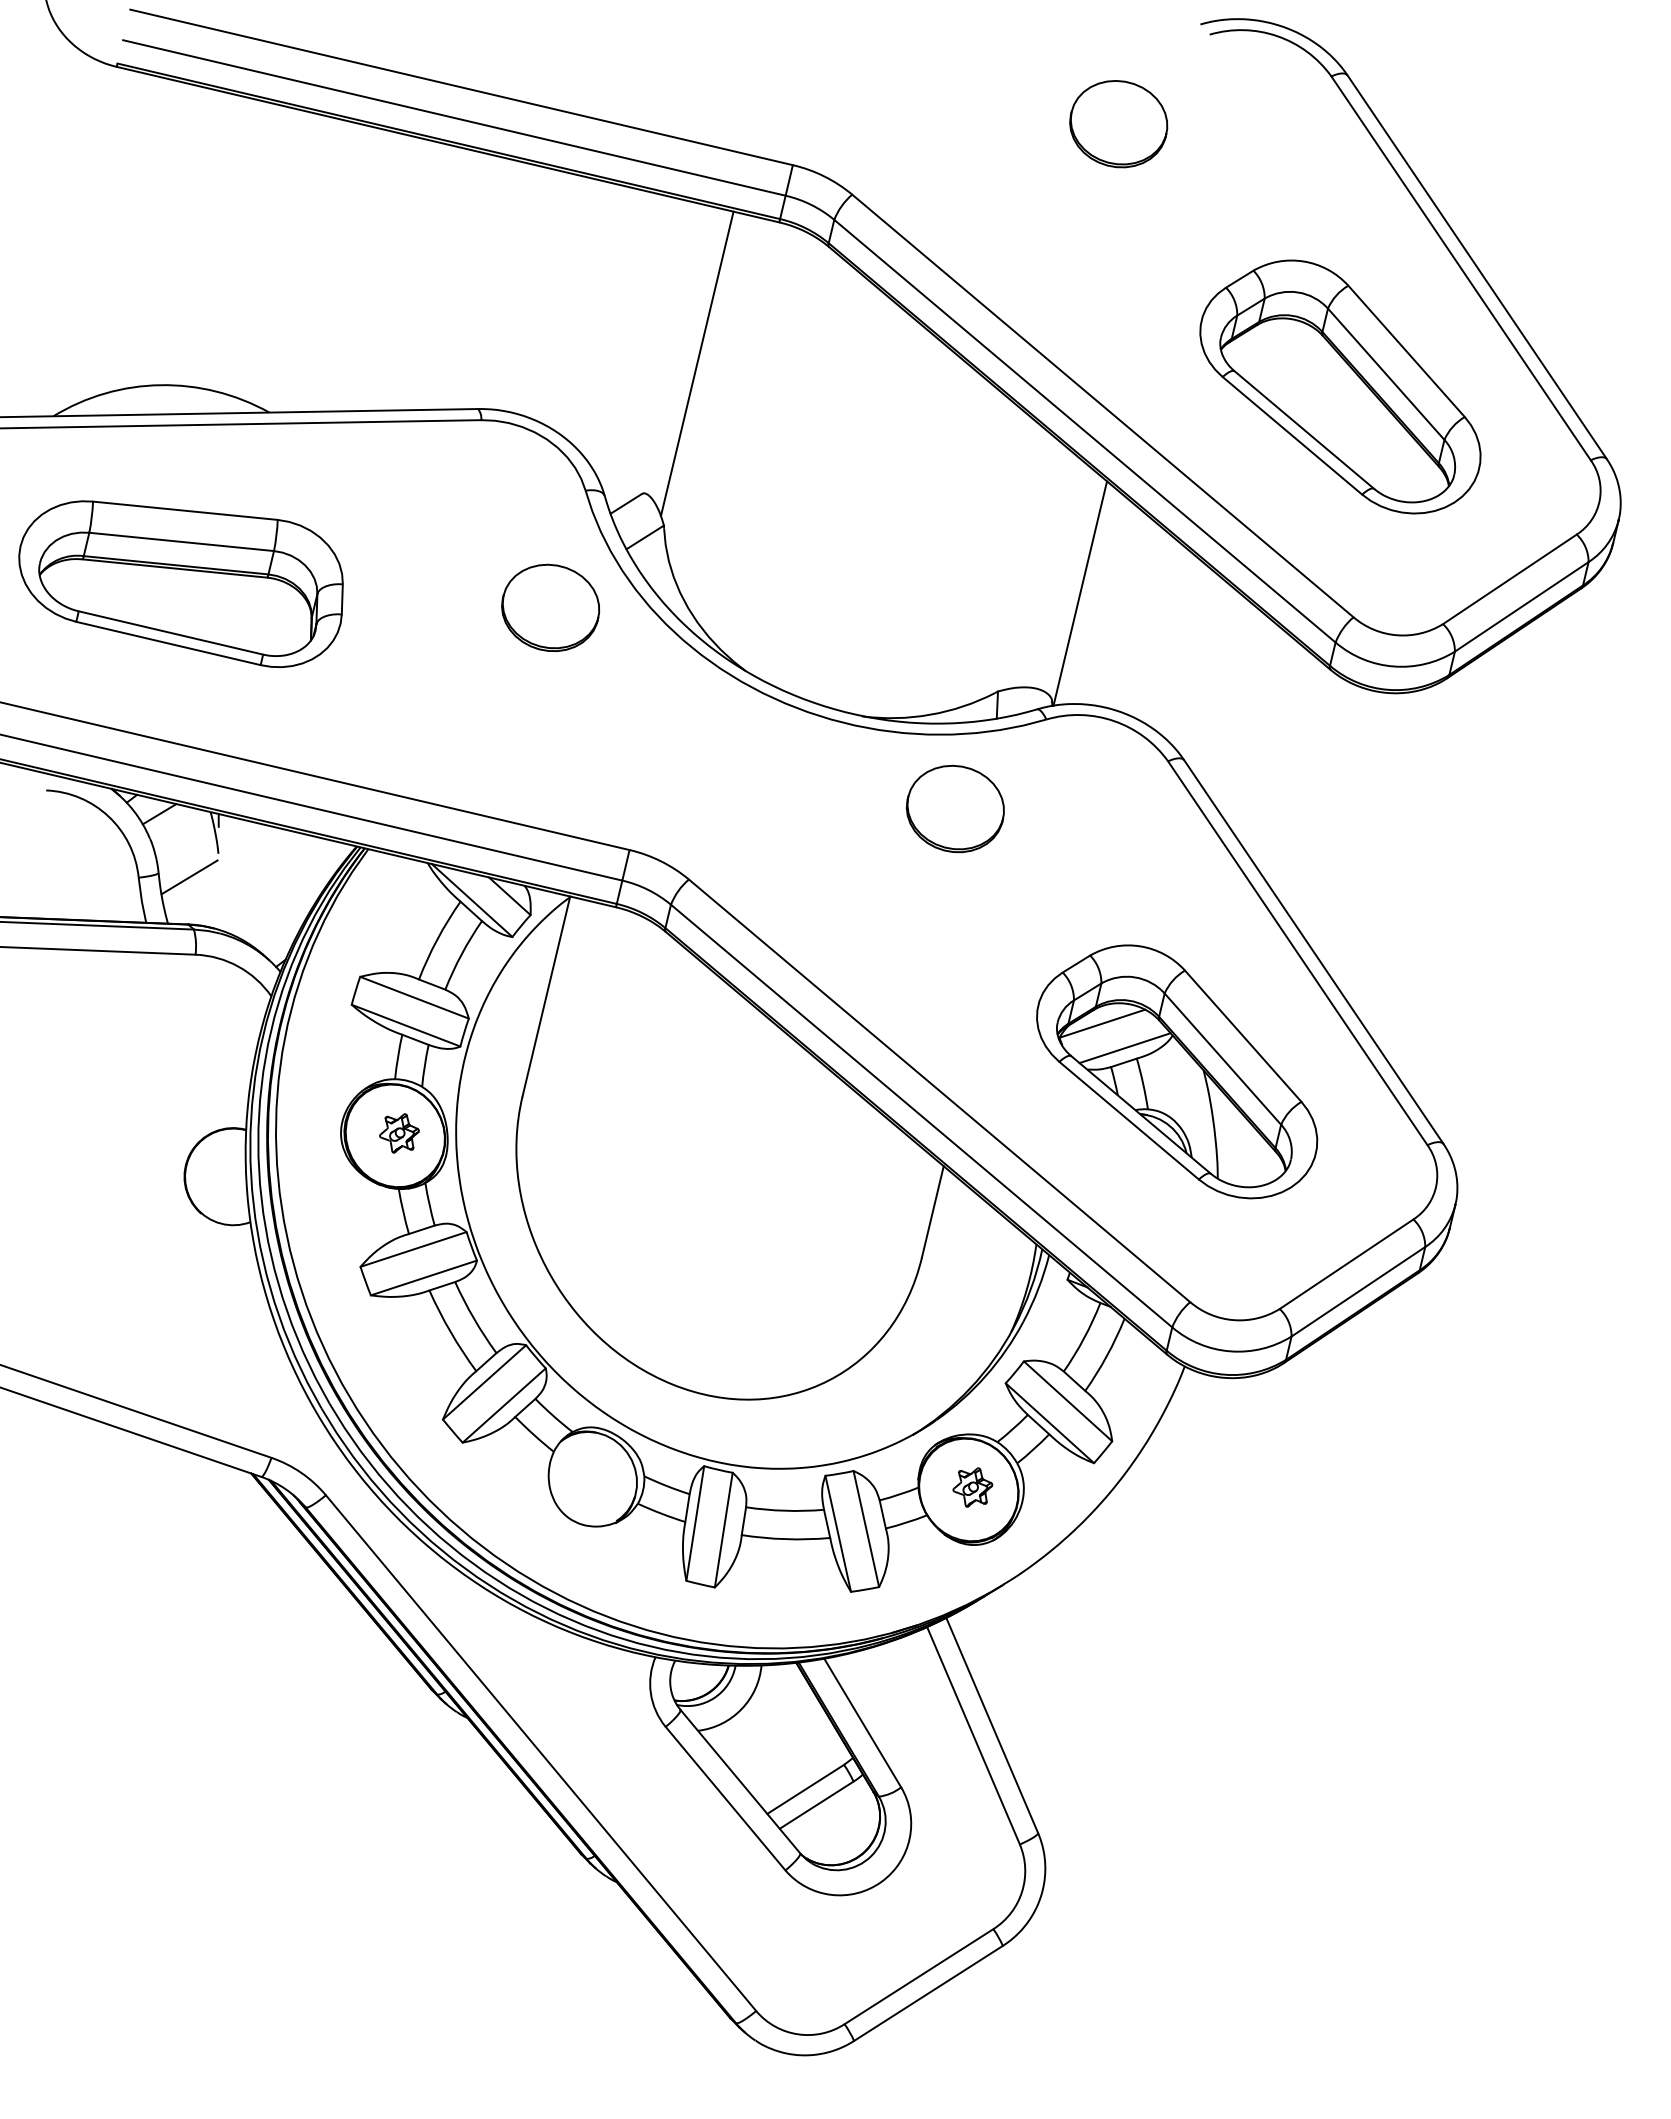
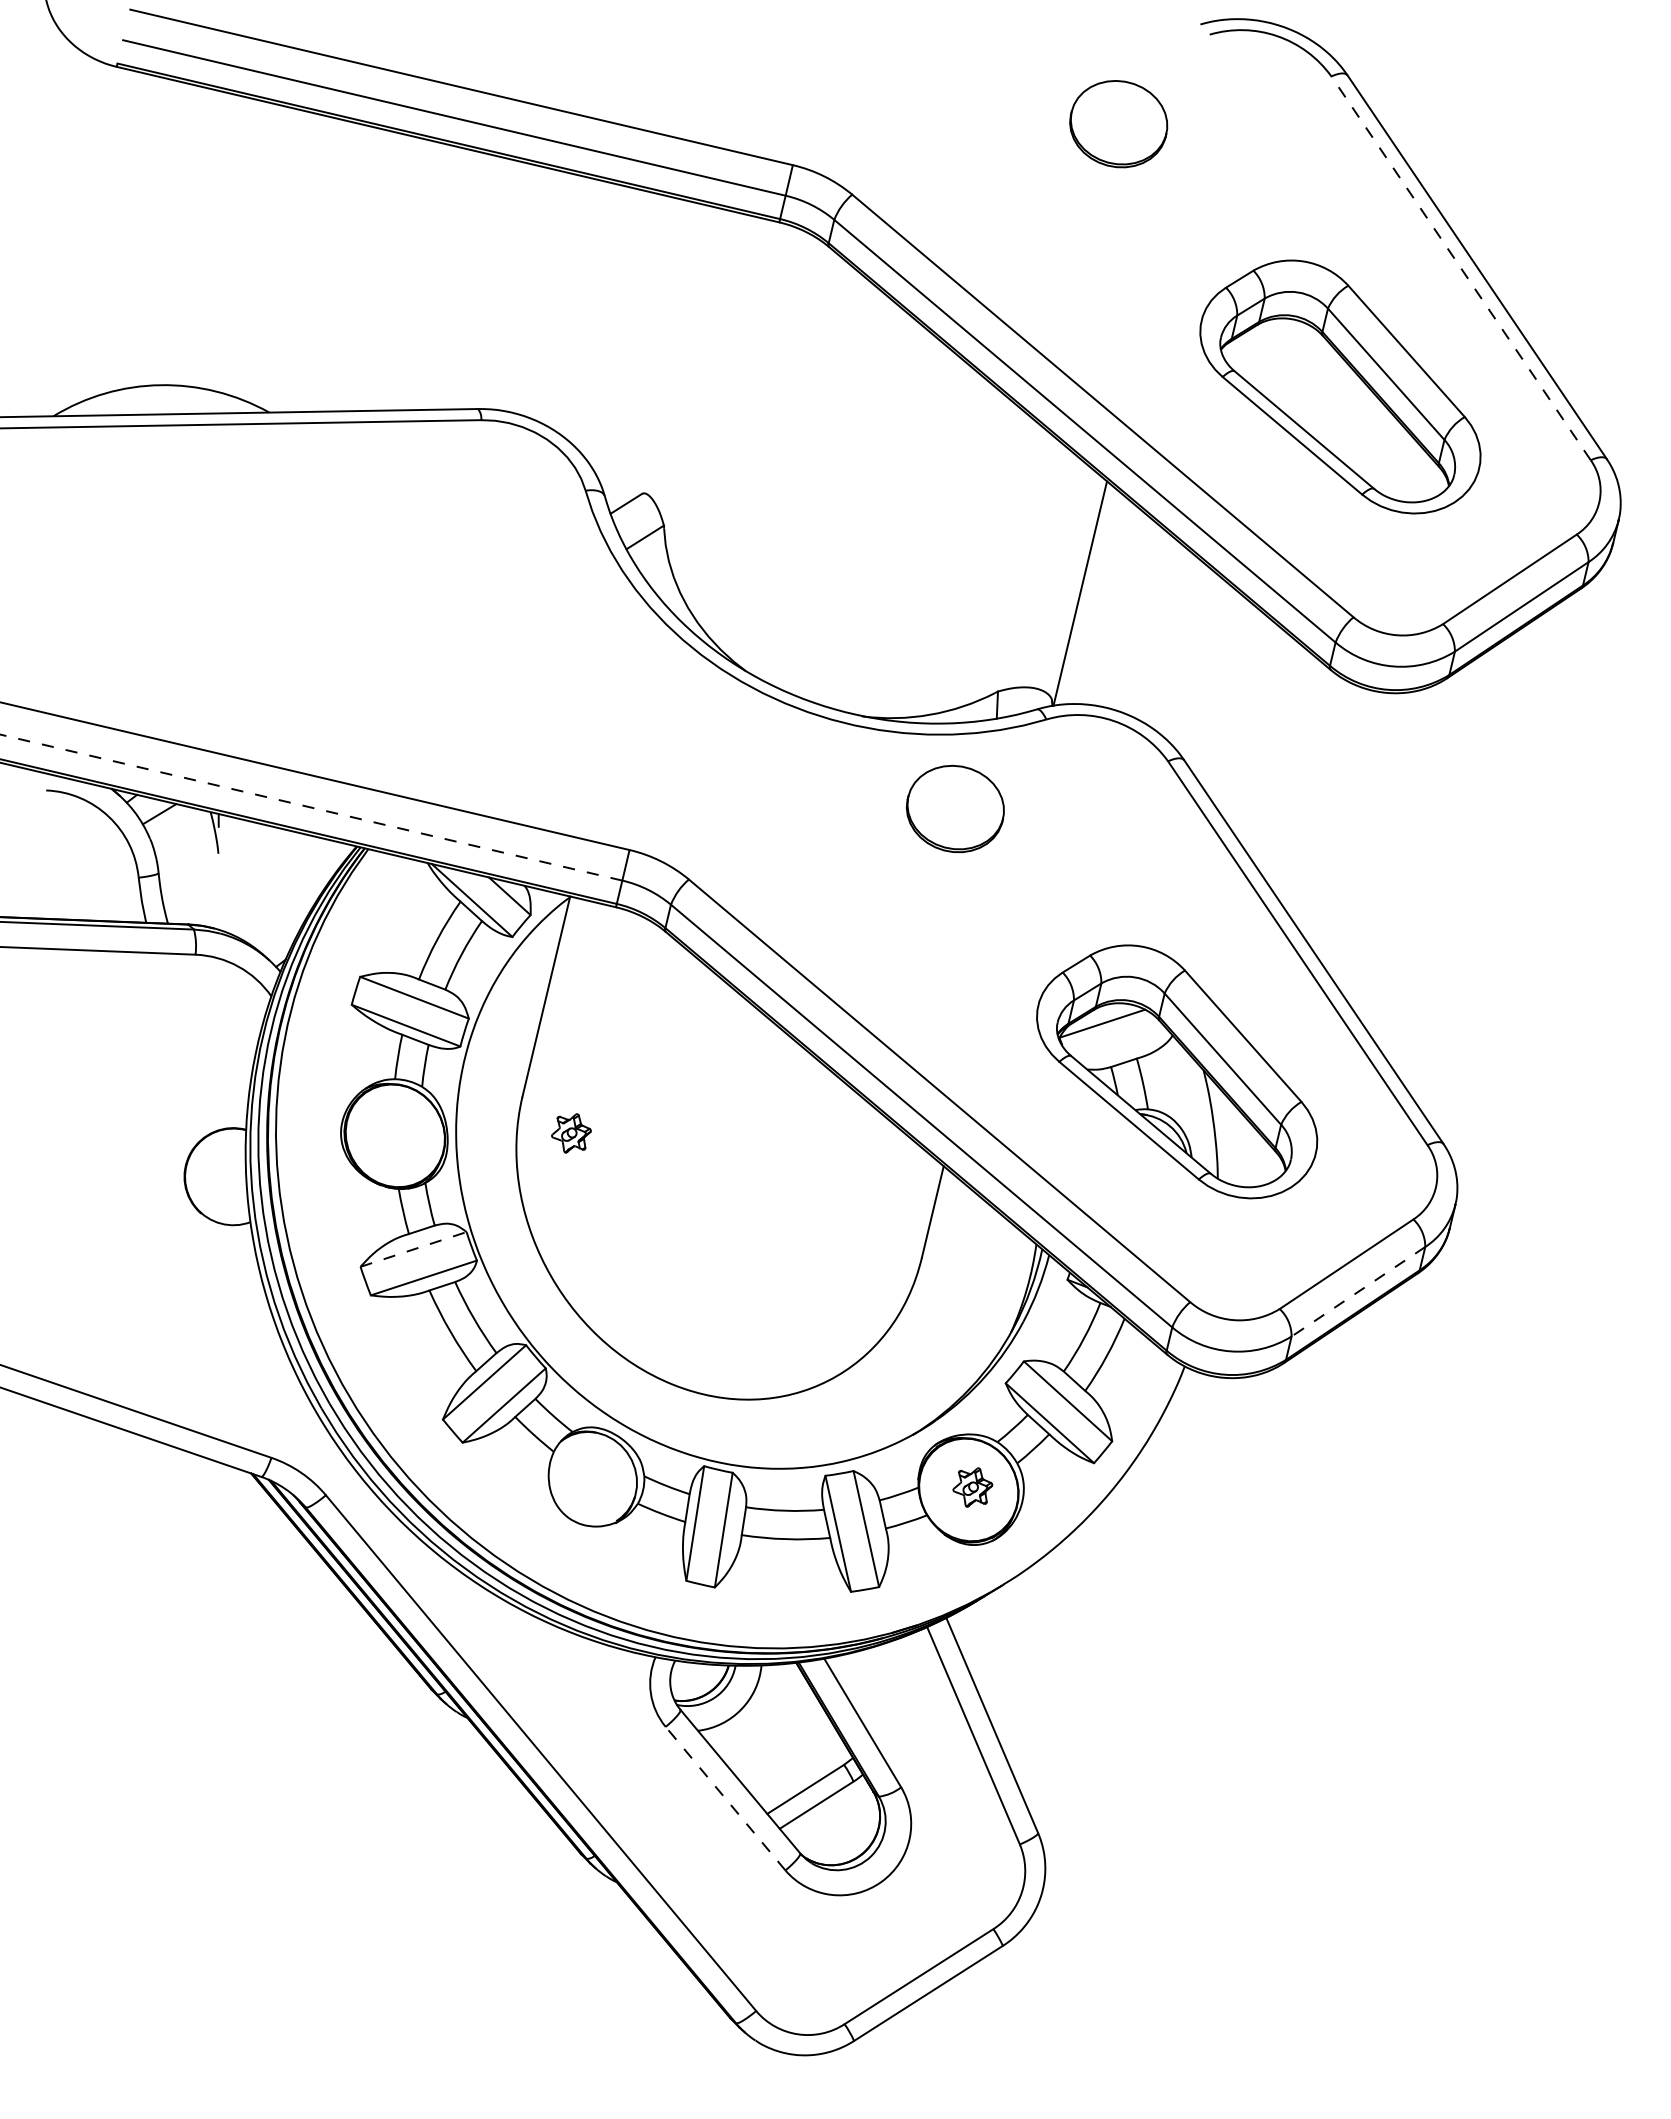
line at (1461, 268): solid -> dashed
line at (696, 363): present -> none
part at (180, 584): present -> none
part at (550, 607): present -> none
line at (311, 807): solid -> dashed
line at (189, 877): present -> none
line at (1124, 1048): present -> none
part at (399, 1133) position: (399, 1133) -> (571, 1133)
line at (413, 1249): solid -> dashed
line at (1358, 1292): solid -> dashed
line at (725, 1798): solid -> dashed
